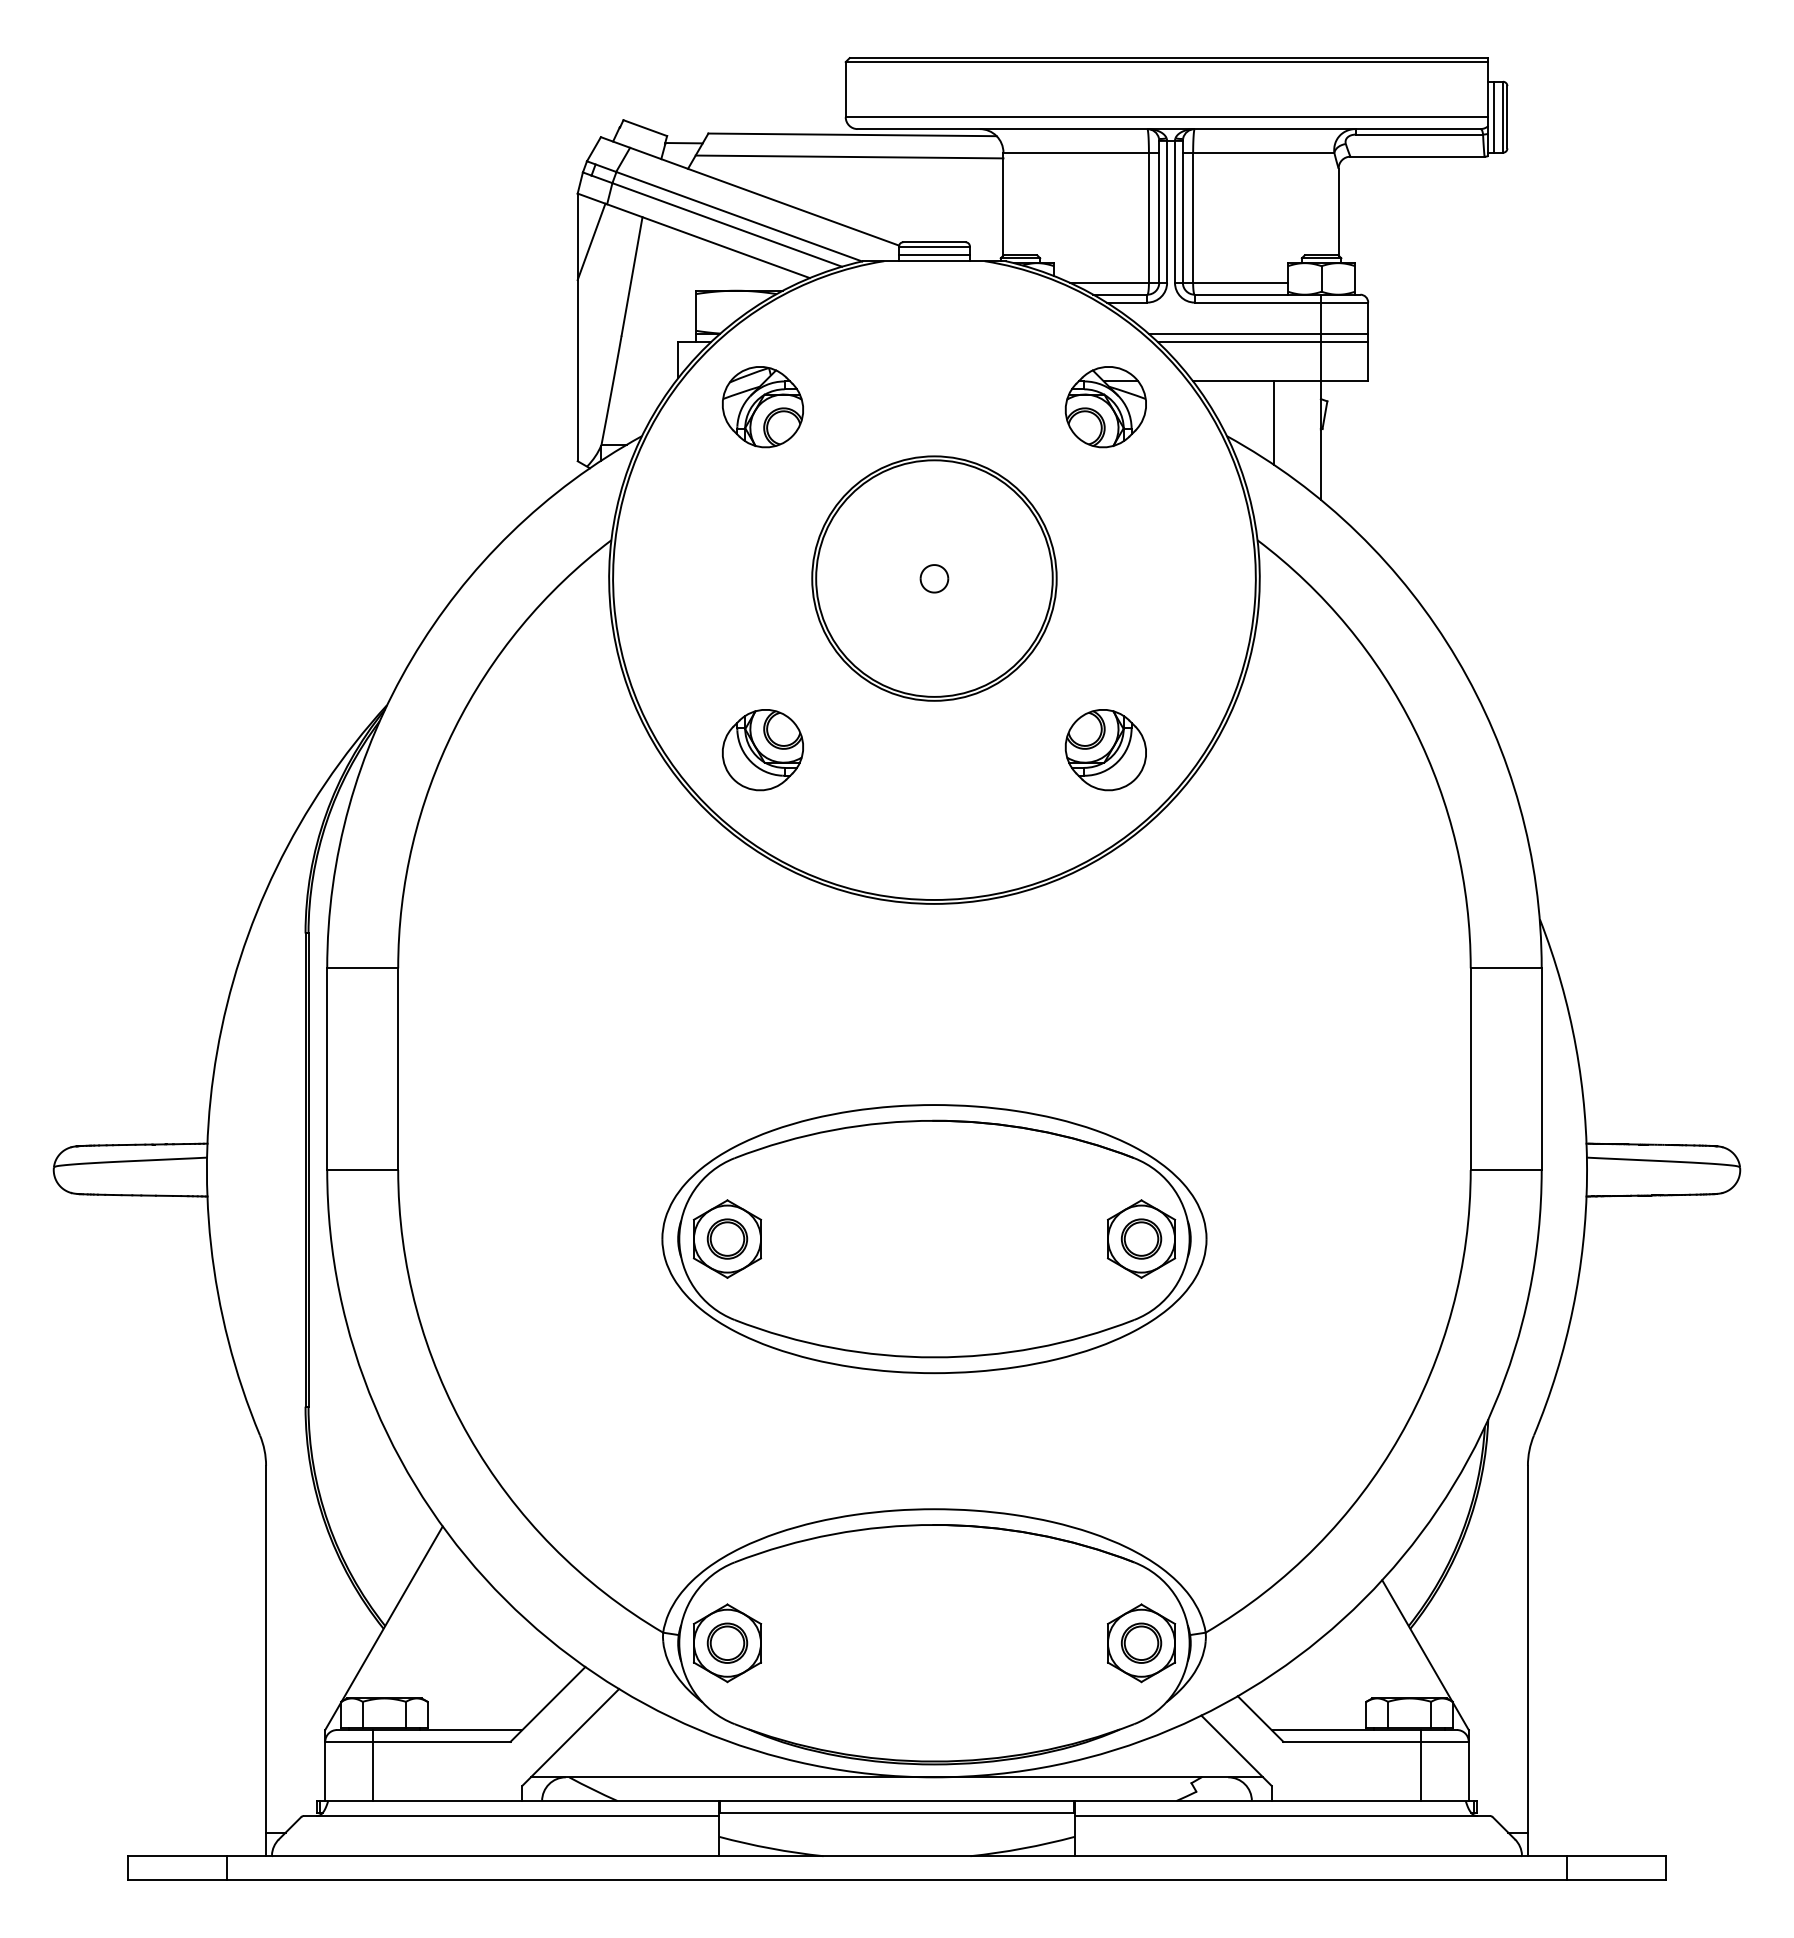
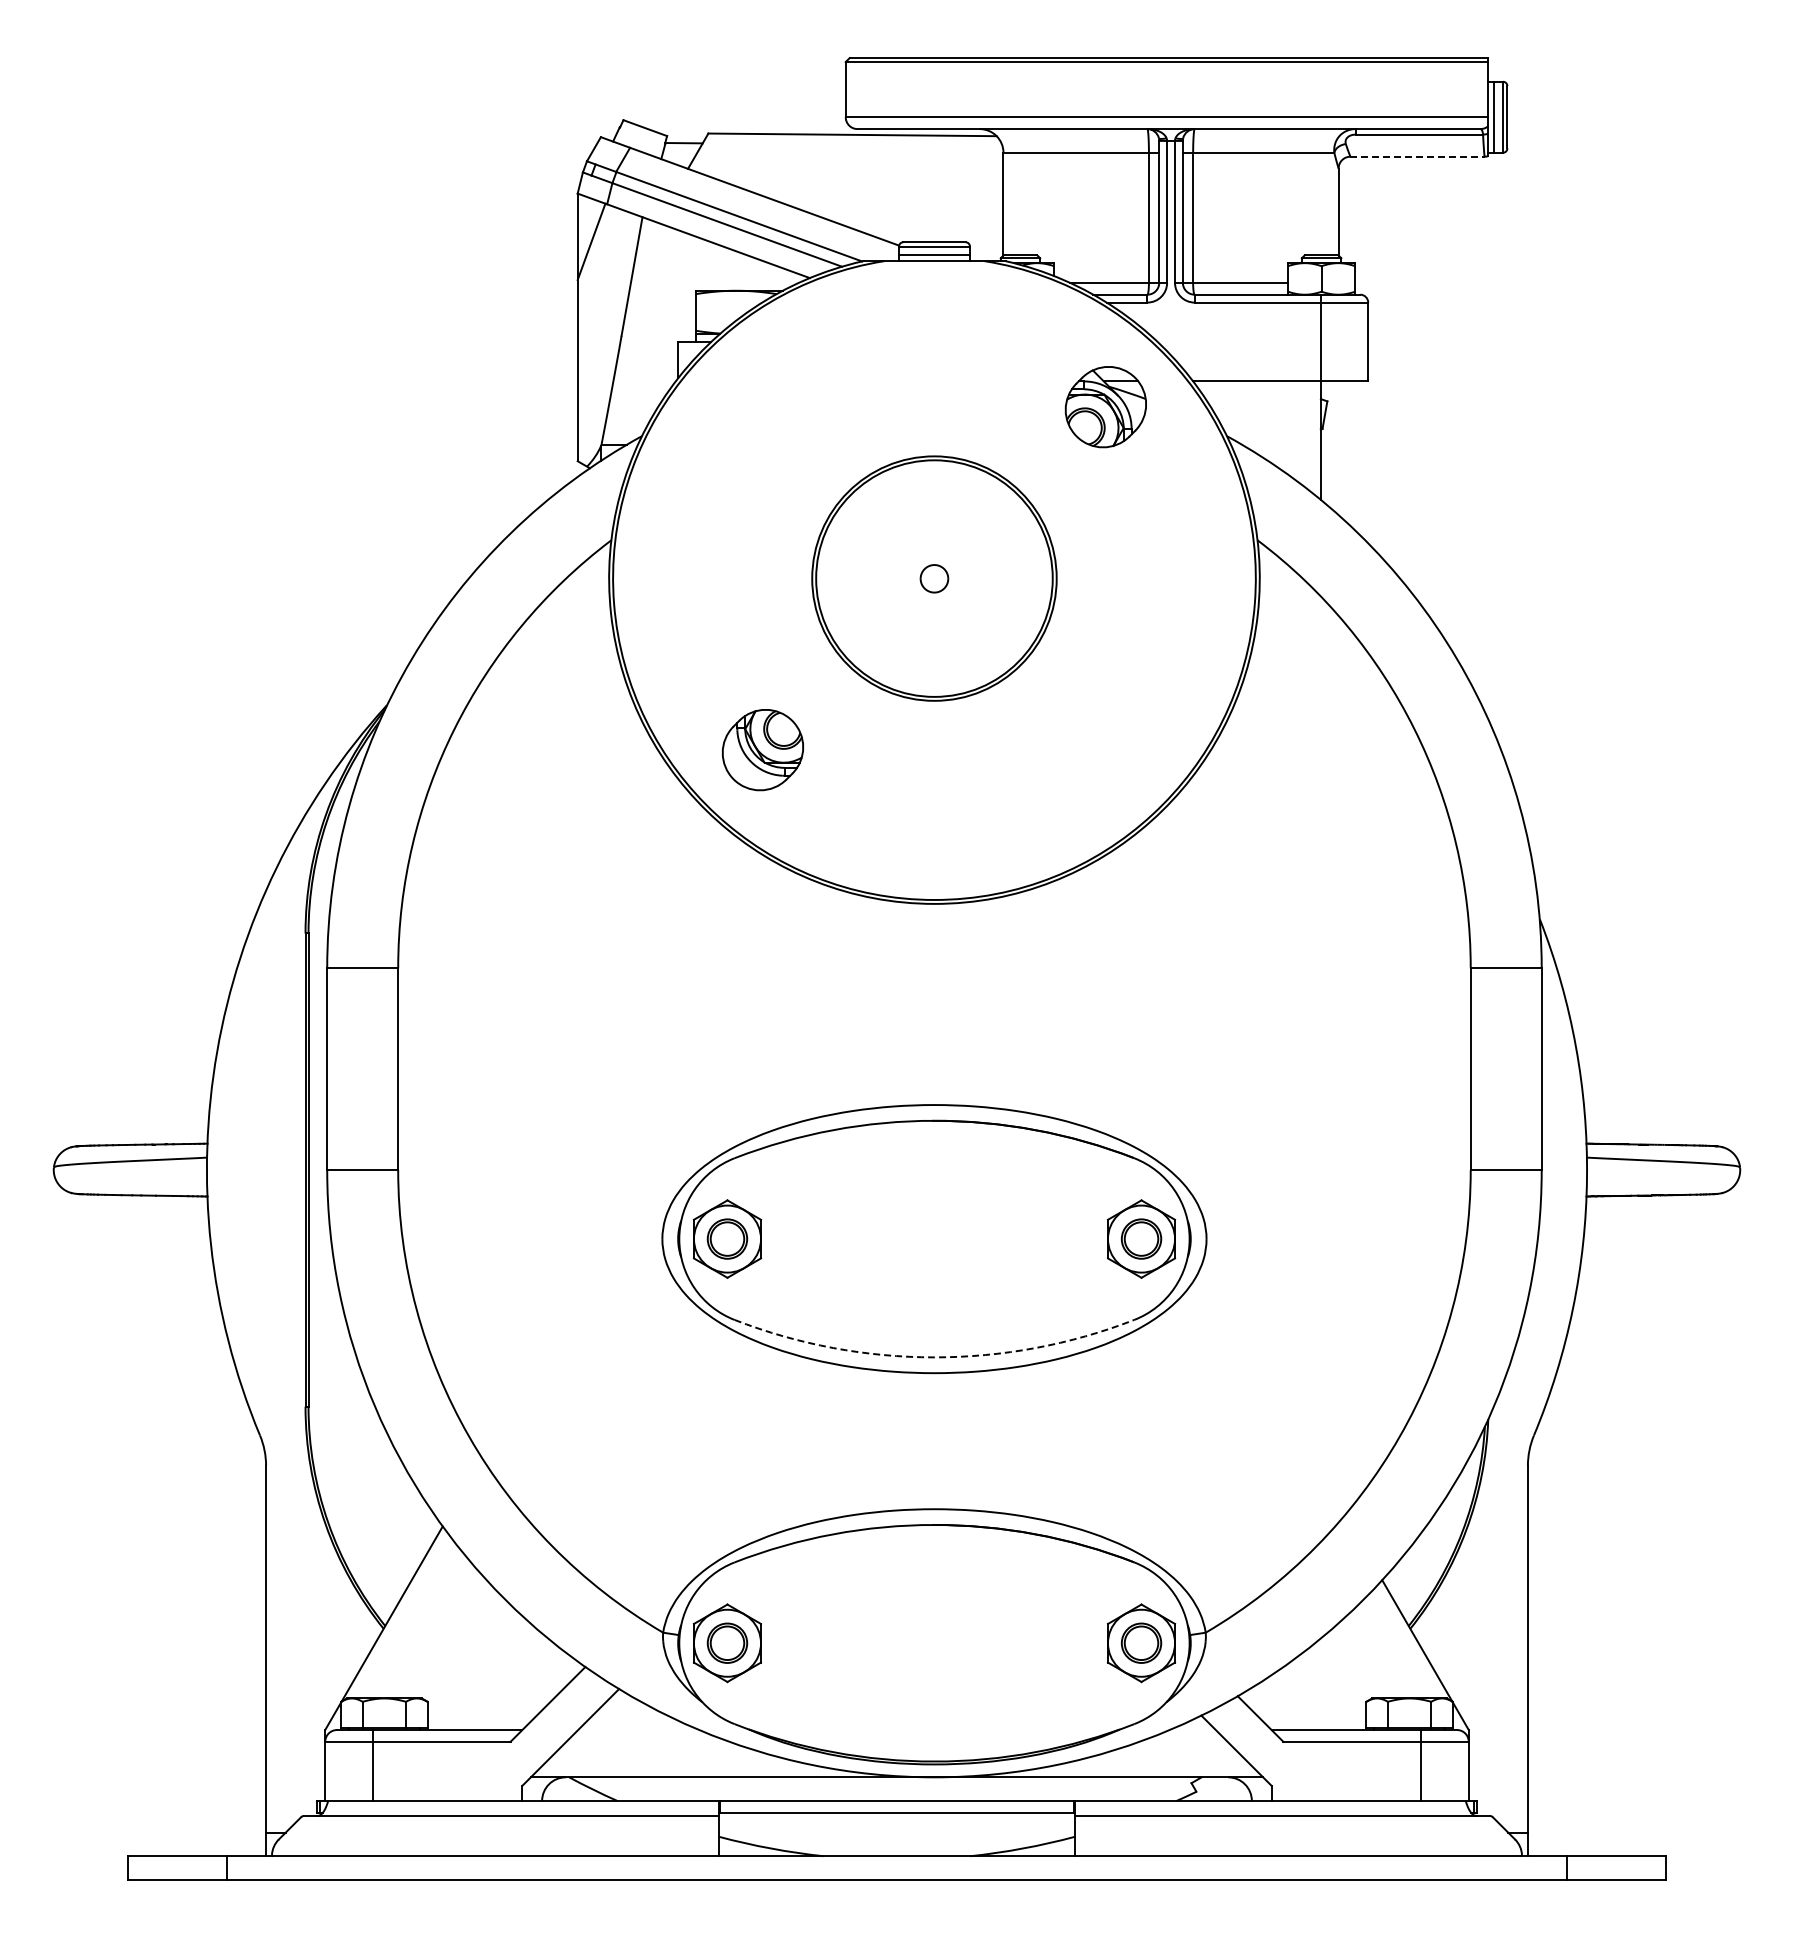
line at (849, 156): present -> none
line at (1418, 156): solid -> dashed
line at (1258, 334): present -> none
line at (1262, 342): present -> none
part at (762, 407): present -> none
line at (1273, 422): present -> none
part at (1105, 750): present -> none
arc at (934, 1357): solid -> dashed
